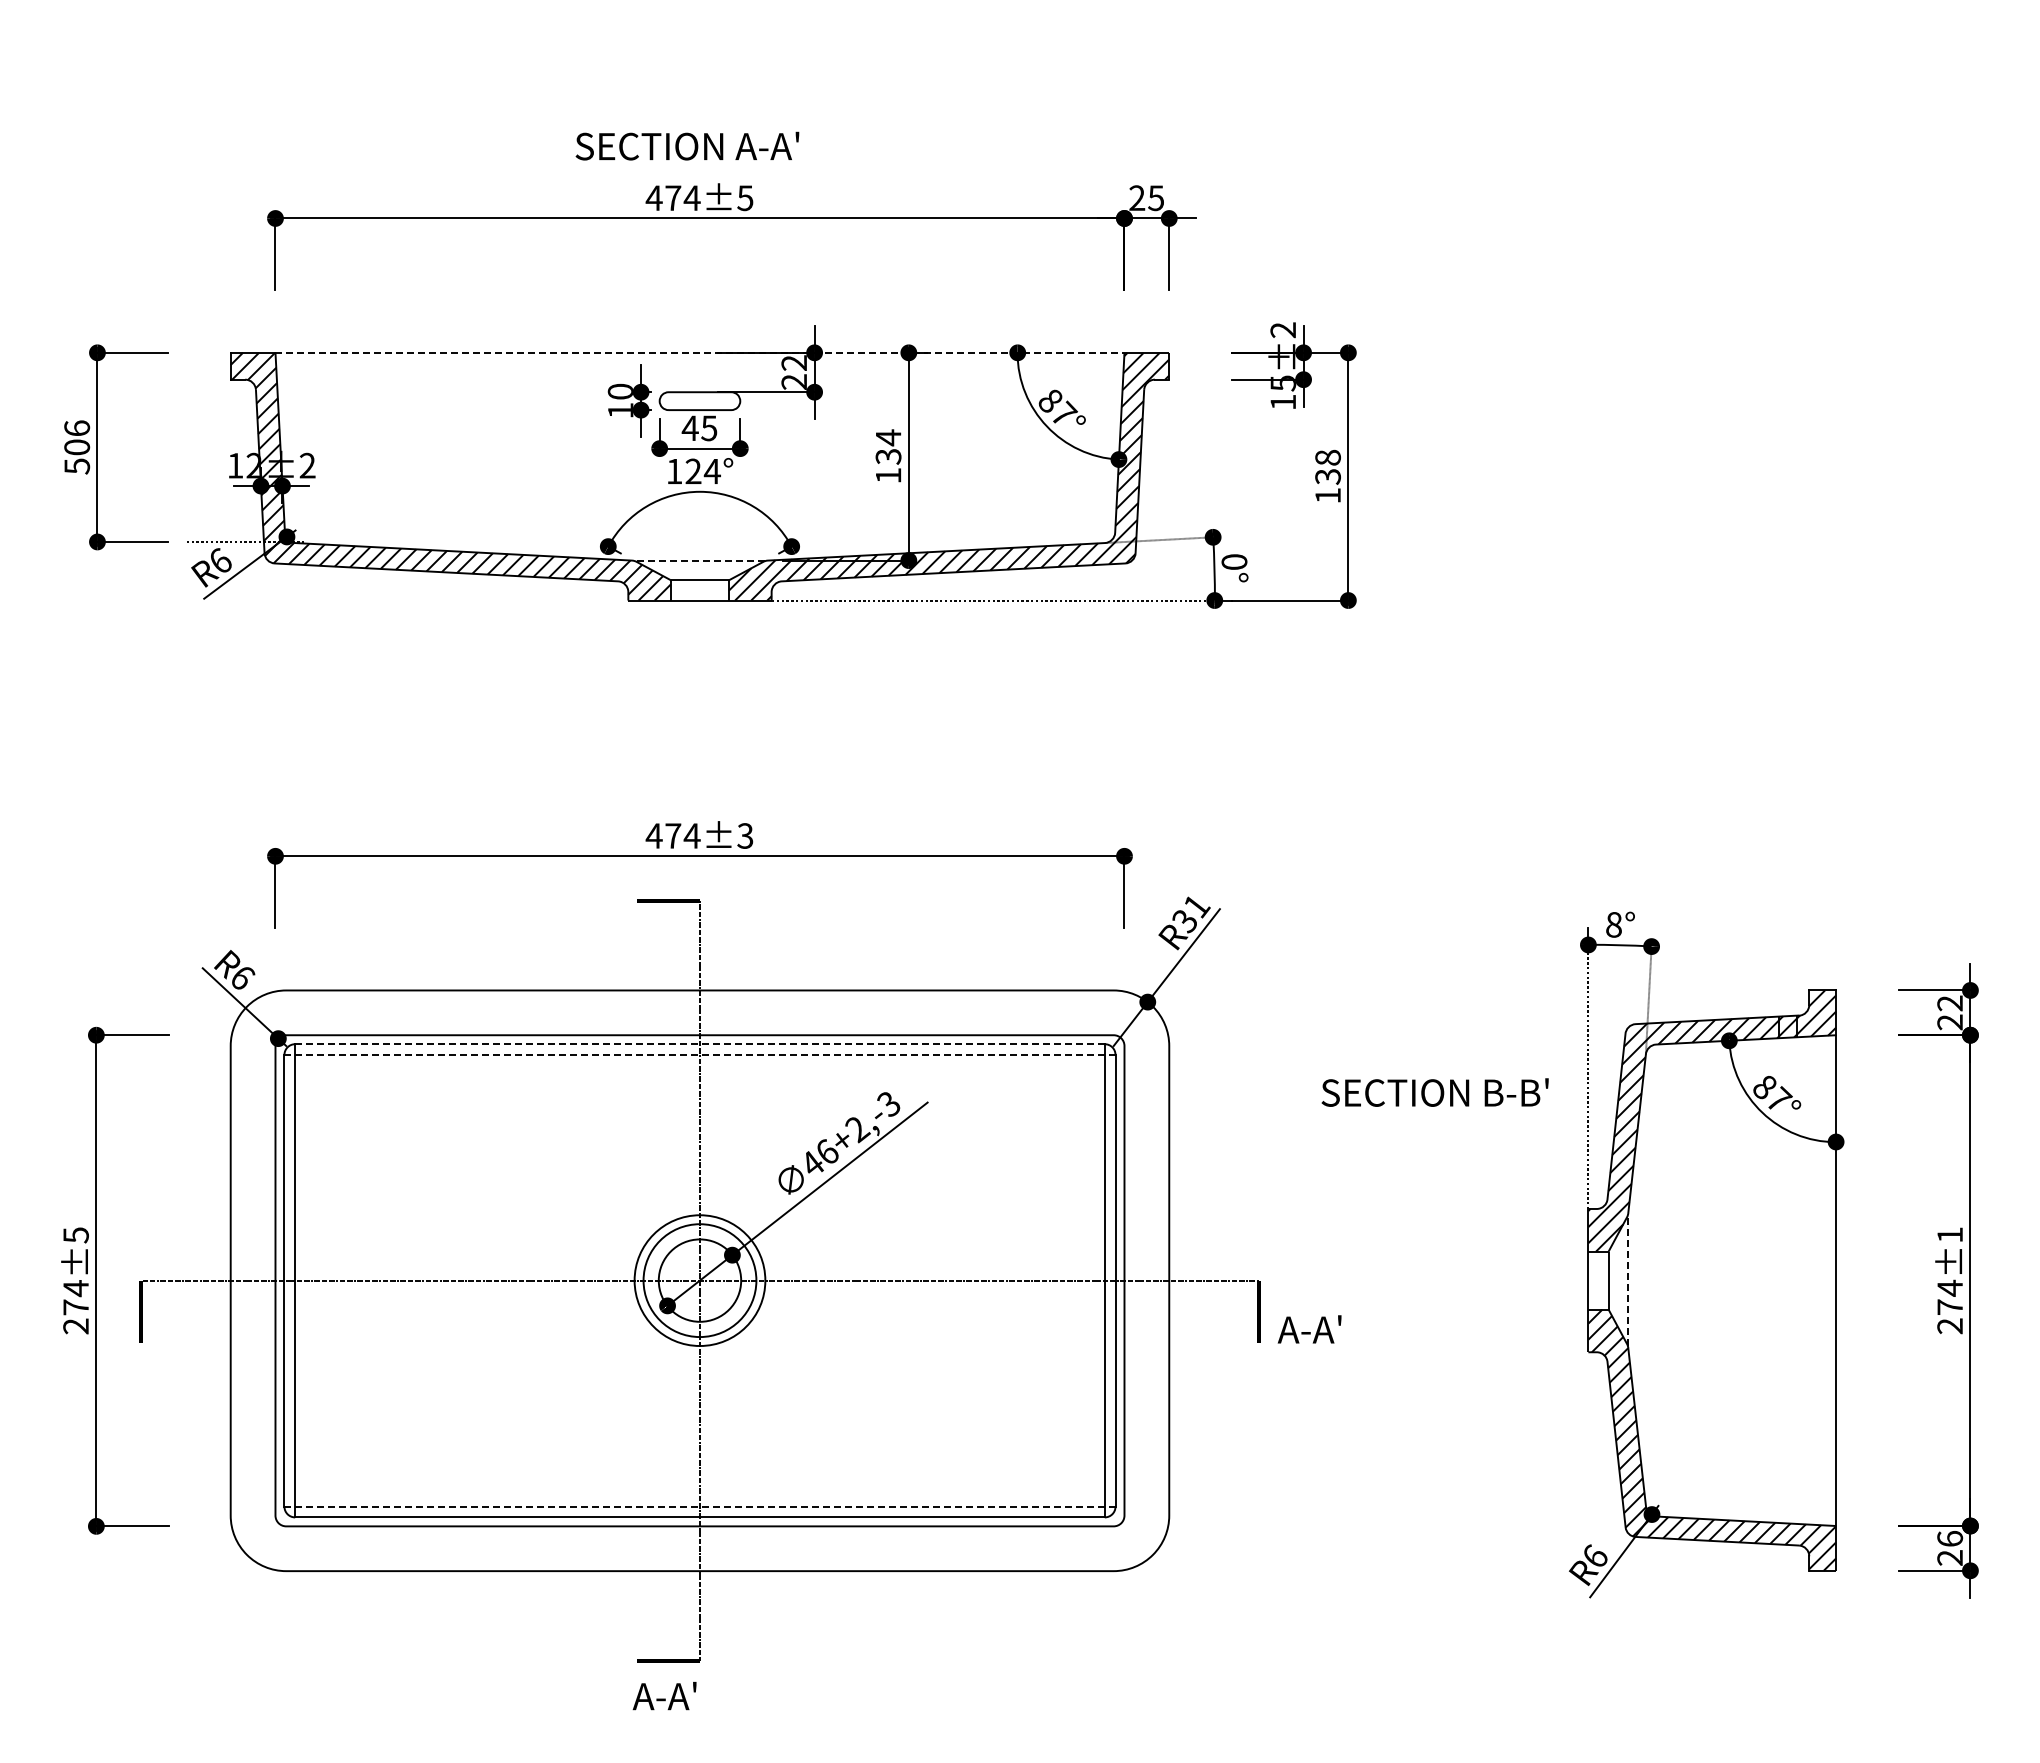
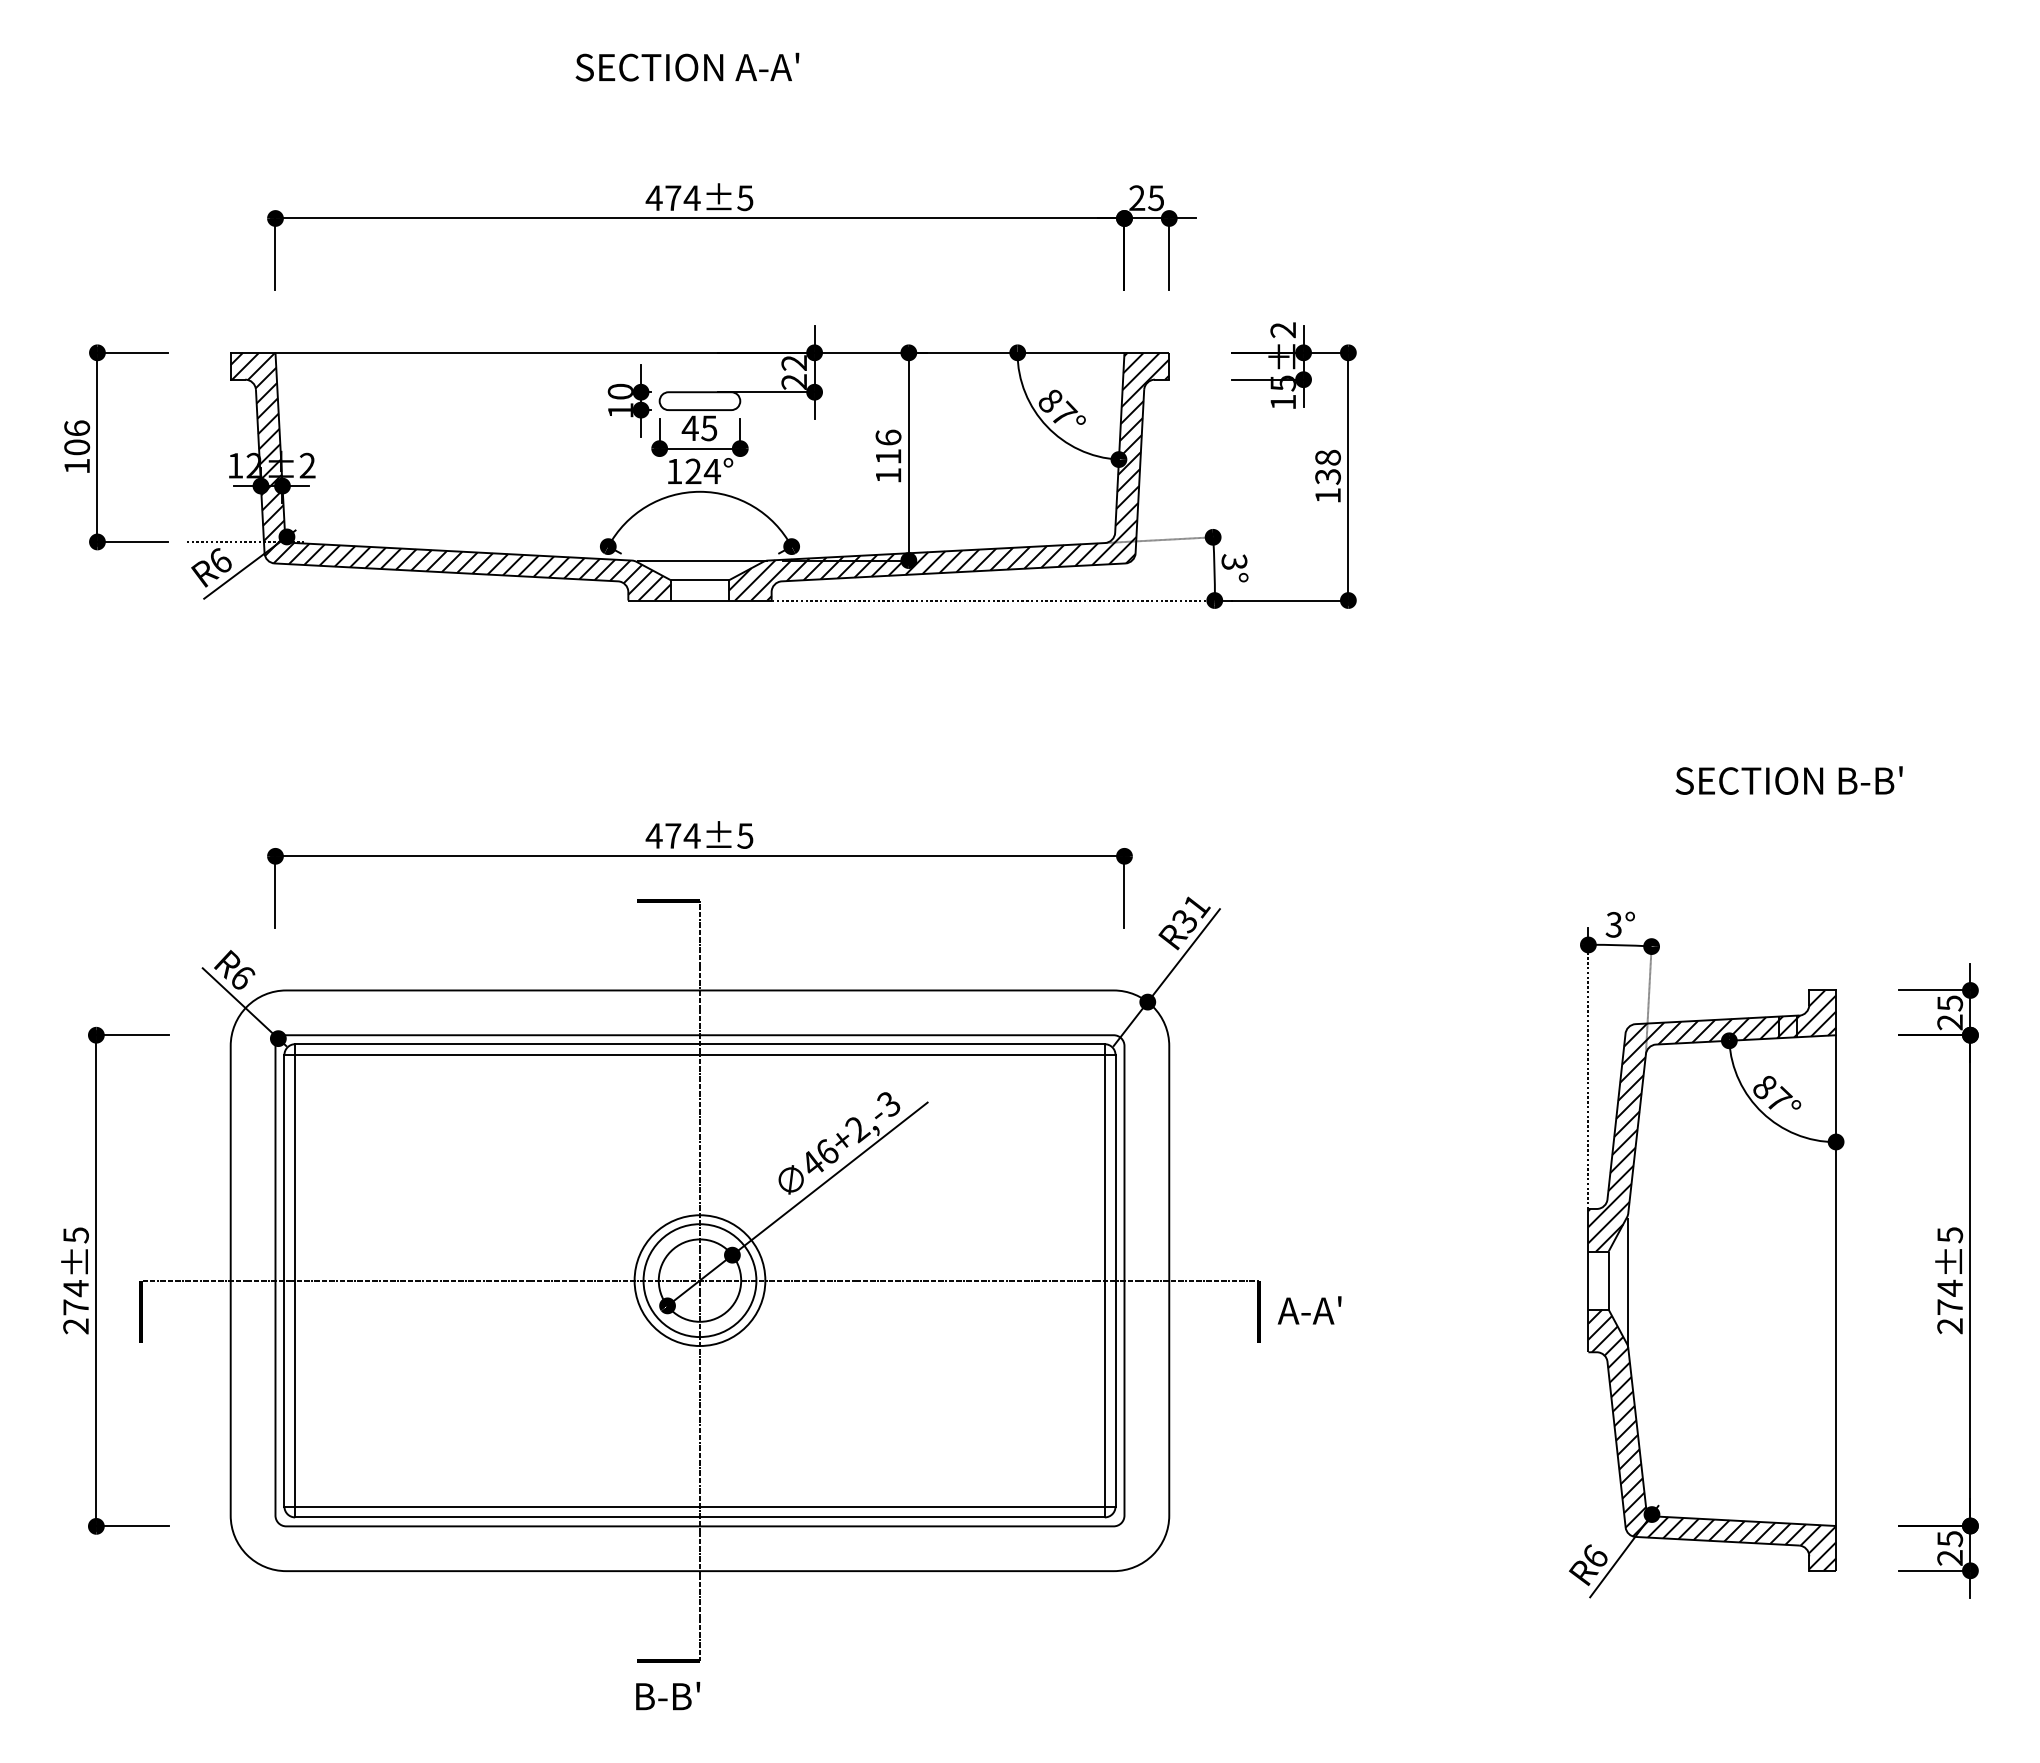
text at (687, 145) position: (687, 145) -> (687, 66)
line at (700, 352): dashed -> solid
text at (888, 446): 134 -> 116
text at (77, 466): 506 -> 106
line at (702, 560): dashed -> solid
text at (1234, 561): 0° -> 3°
text at (745, 835): 474±3 -> 474±5
text at (1613, 924): 8° -> 3°
text at (1950, 1003): 22 -> 25
line at (699, 1044): dashed -> solid
line at (699, 1054): dashed -> solid
text at (1434, 1092) position: (1434, 1092) -> (1788, 780)
text at (1950, 1235): 274±1 -> 274±5
line at (1628, 1283): dashed -> solid
text at (1309, 1329) position: (1309, 1329) -> (1309, 1310)
line at (699, 1506): dashed -> solid
text at (1950, 1539): 26 -> 25
text at (666, 1695): A-A' -> B-B'
